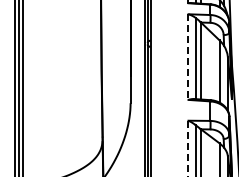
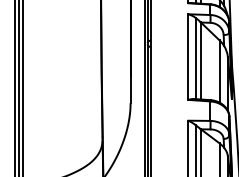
line at (188, 57): dashed -> solid
line at (188, 148): dashed -> solid
